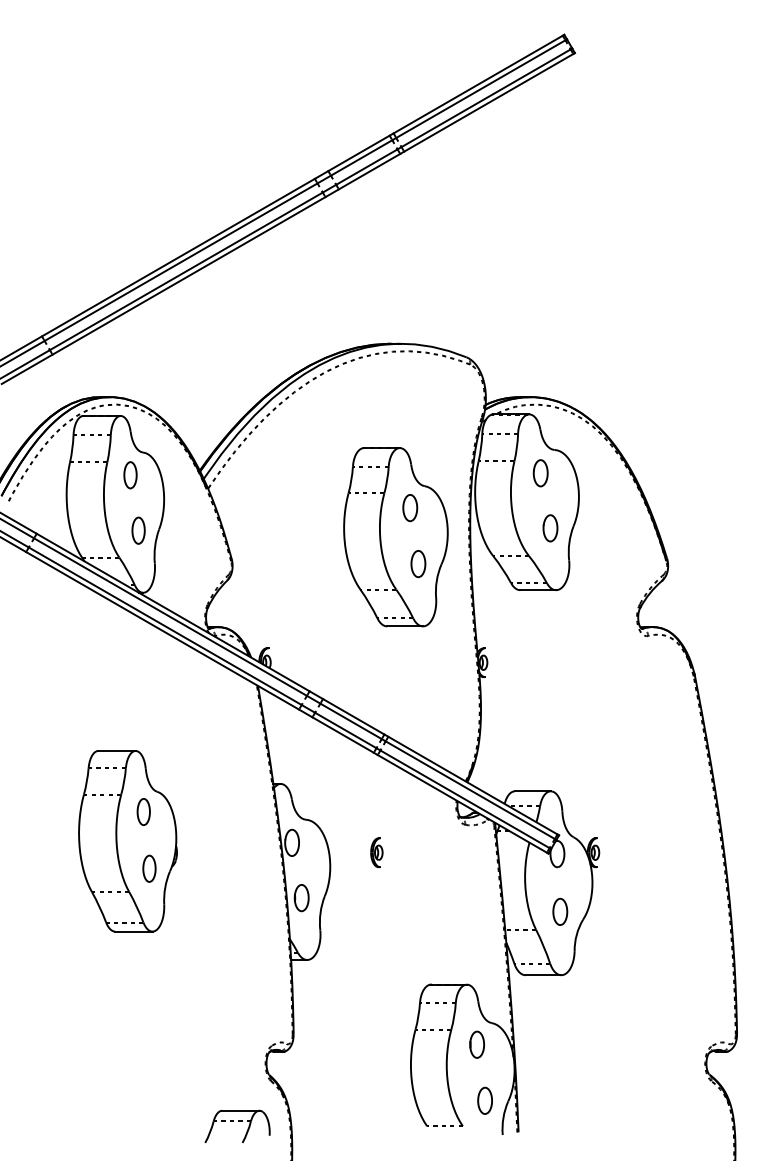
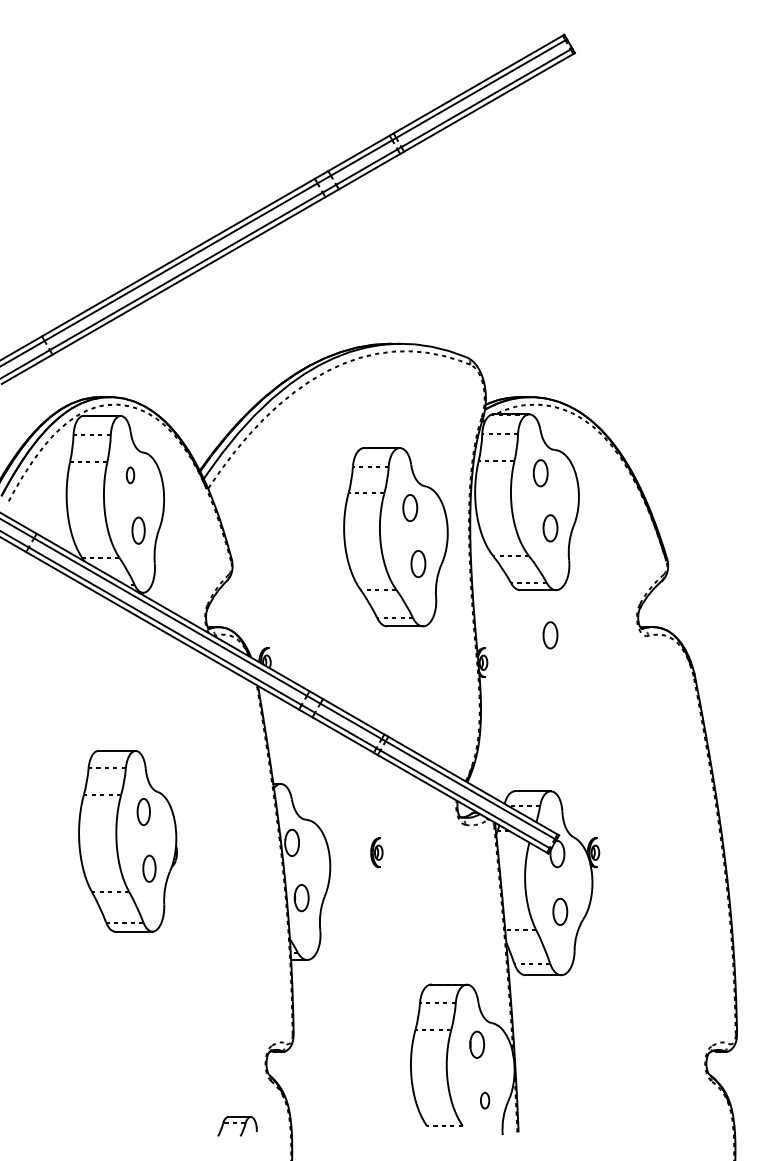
part at (130, 475) size: 15x29 px -> 11x19 px
part at (550, 635): none -> present
part at (484, 1100) size: 16x29 px -> 11x18 px
part at (237, 1126) size: 67x35 px -> 41x21 px
